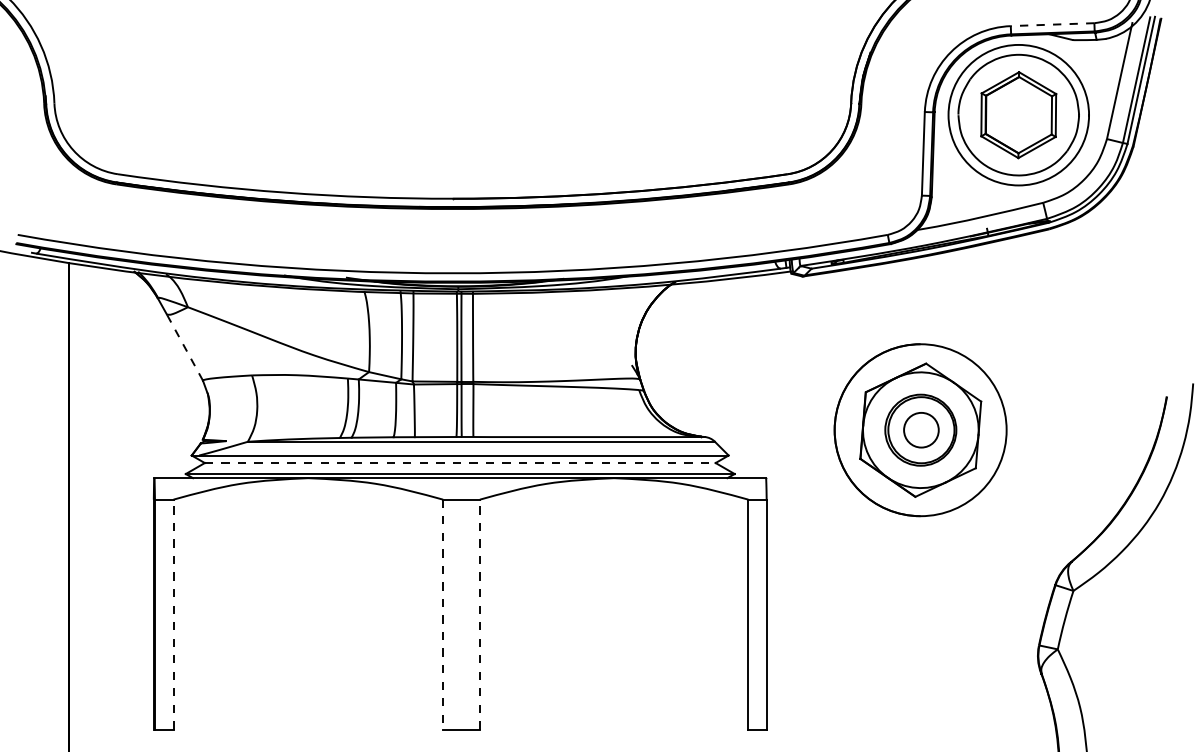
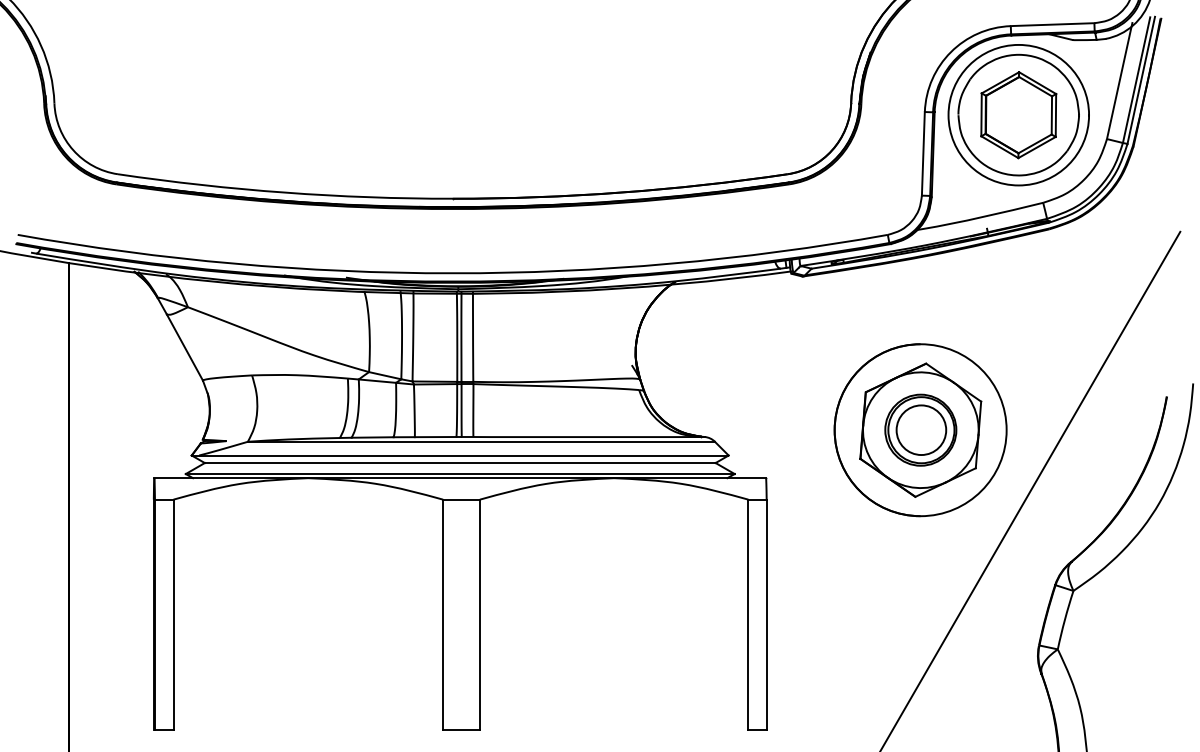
line at (1052, 24): dashed -> solid
line at (184, 347): dashed -> solid
circle at (921, 429) diameter: 35 px -> 50 px
line at (460, 463): dashed -> solid
line at (1030, 489): none -> present
line at (173, 614): dashed -> solid
line at (443, 614): dashed -> solid
line at (479, 614): dashed -> solid
